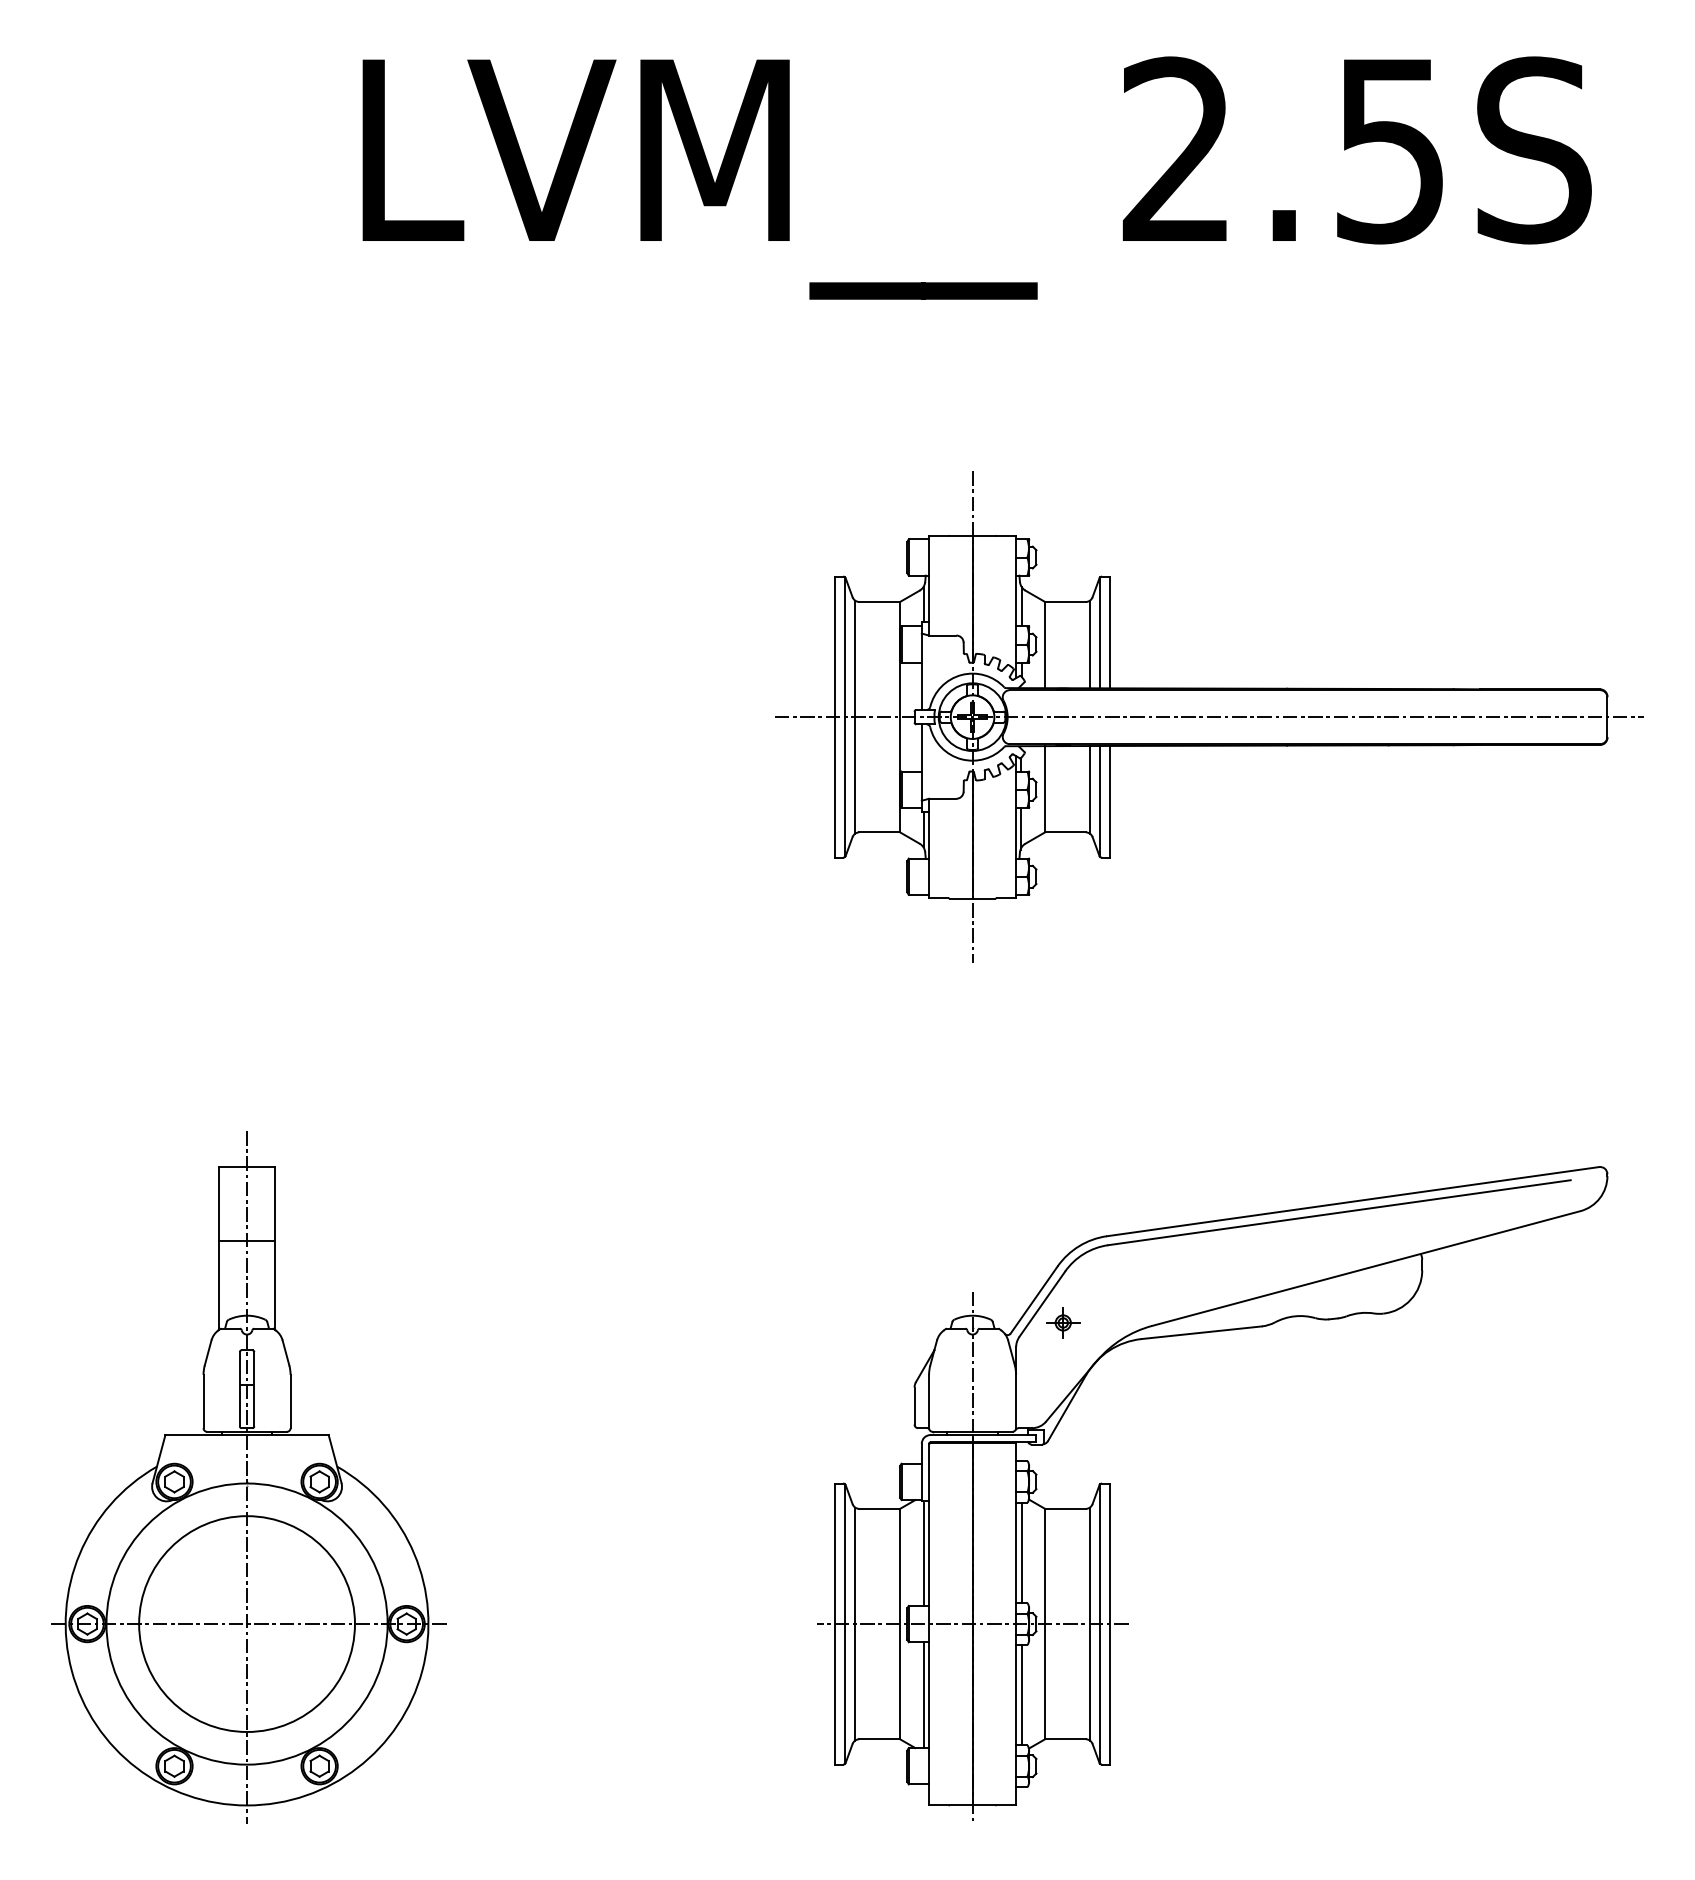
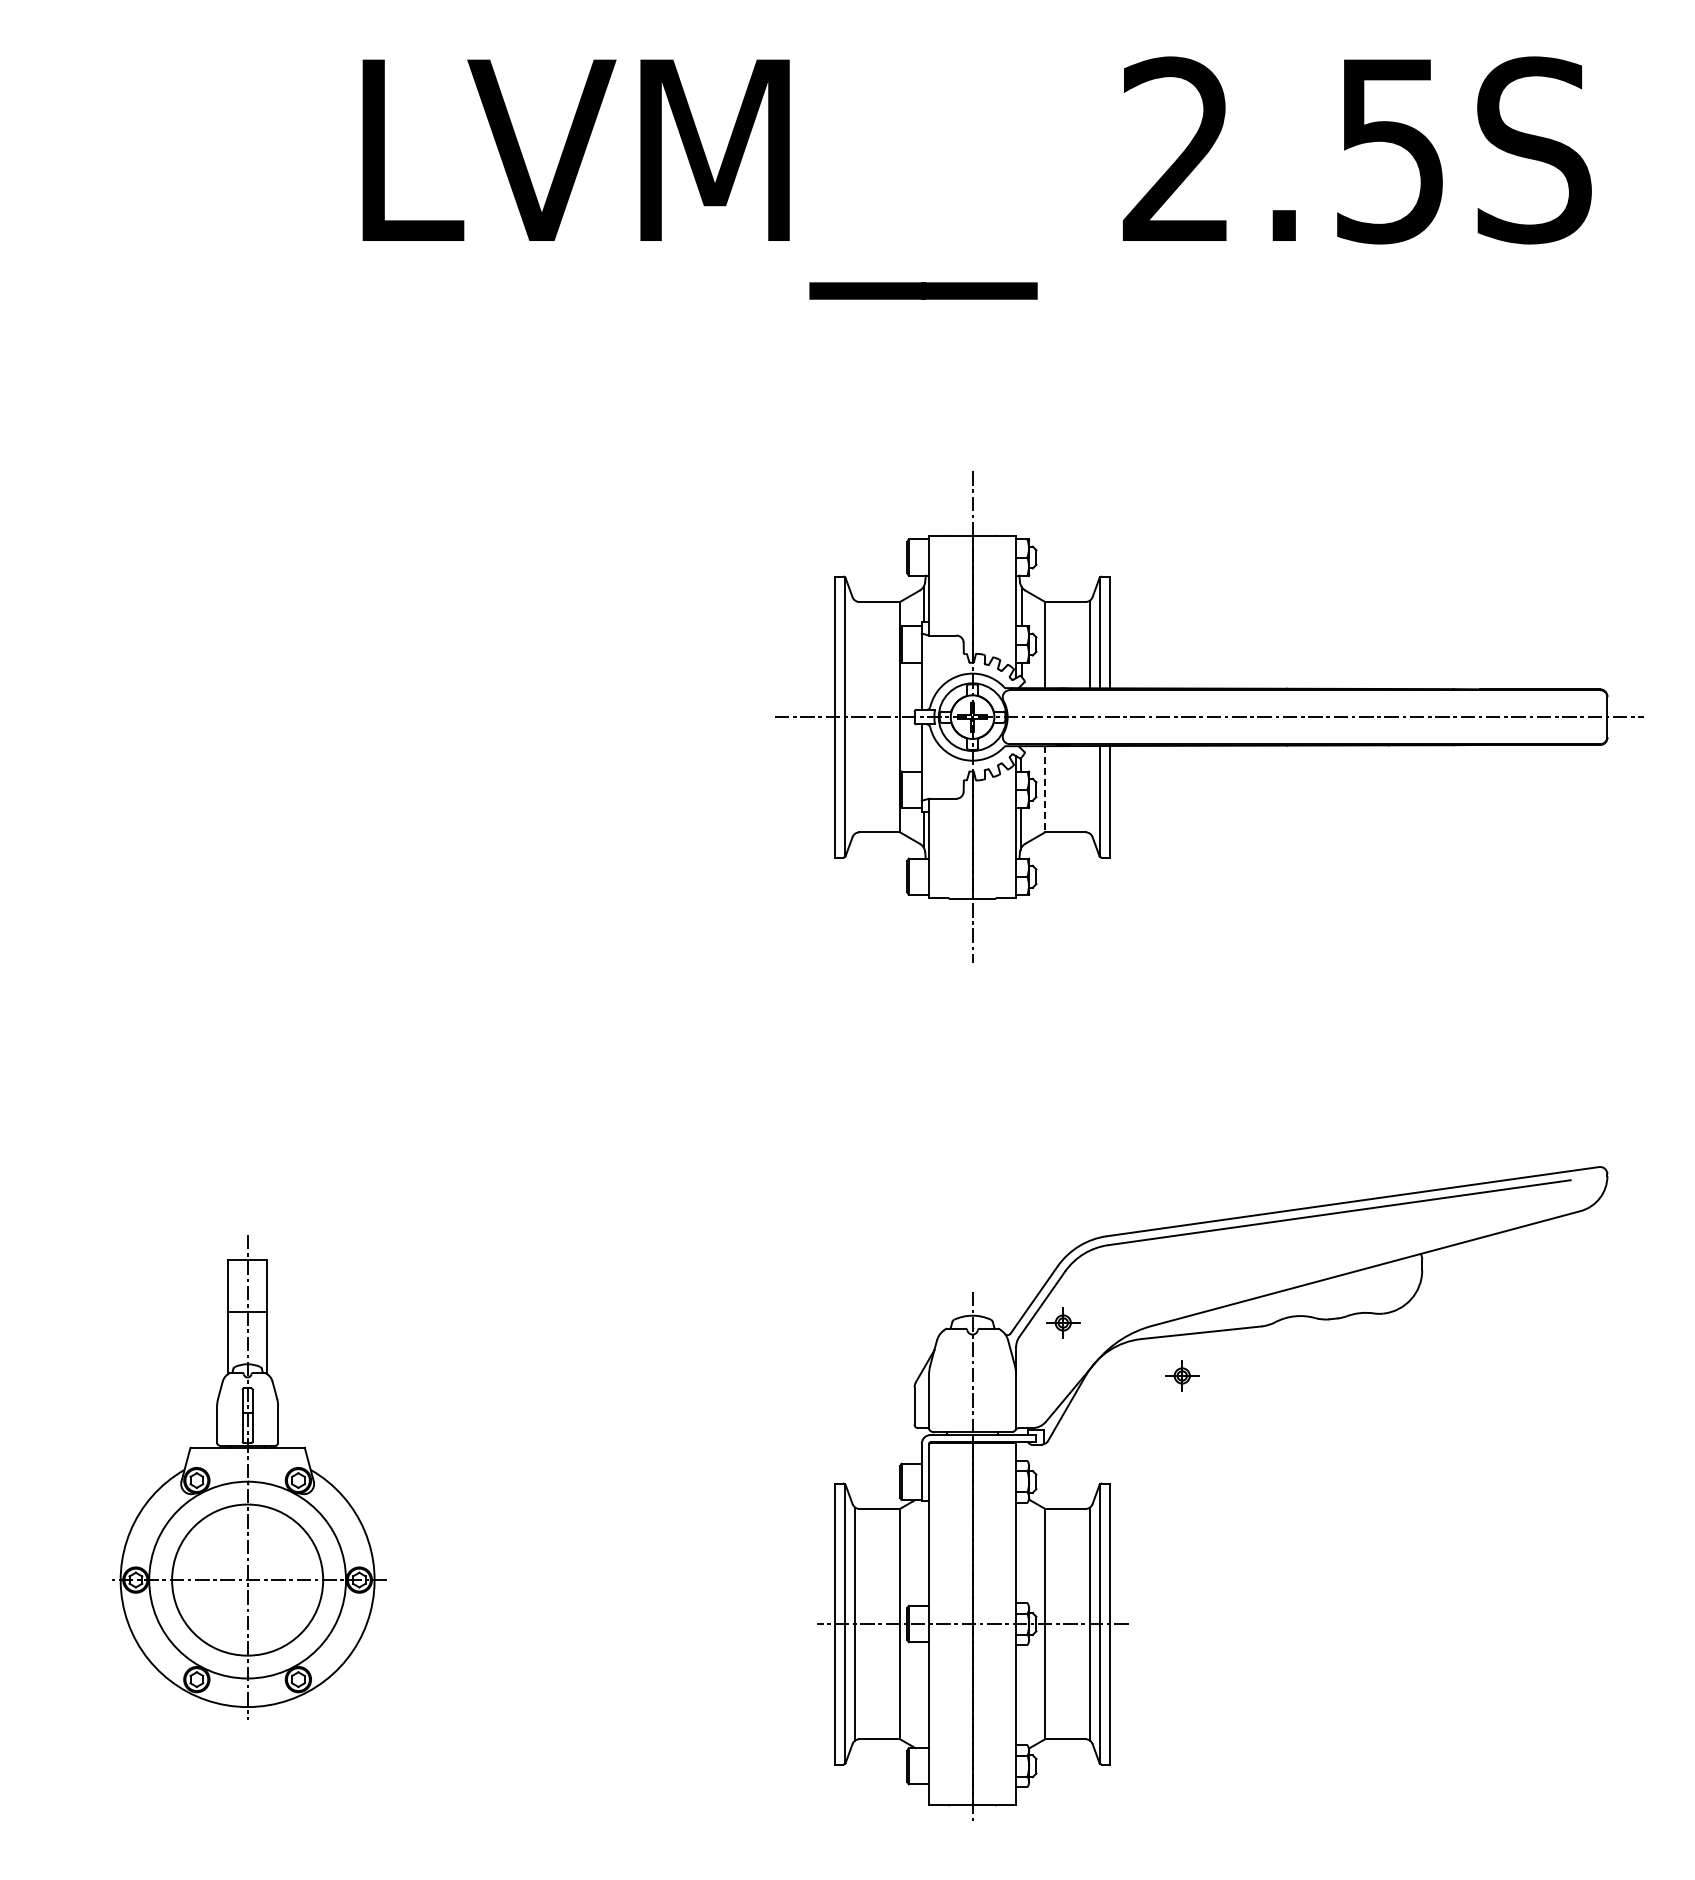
line at (855, 716): present -> none
line at (1045, 789): solid -> dashed
line at (1089, 789): present -> none
part at (1182, 1375): none -> present
part at (248, 1477) size: 396x693 px -> 275x485 px
line at (1021, 1553): present -> none
line at (923, 1554): present -> none
line at (923, 1695): present -> none
line at (1021, 1695): present -> none
